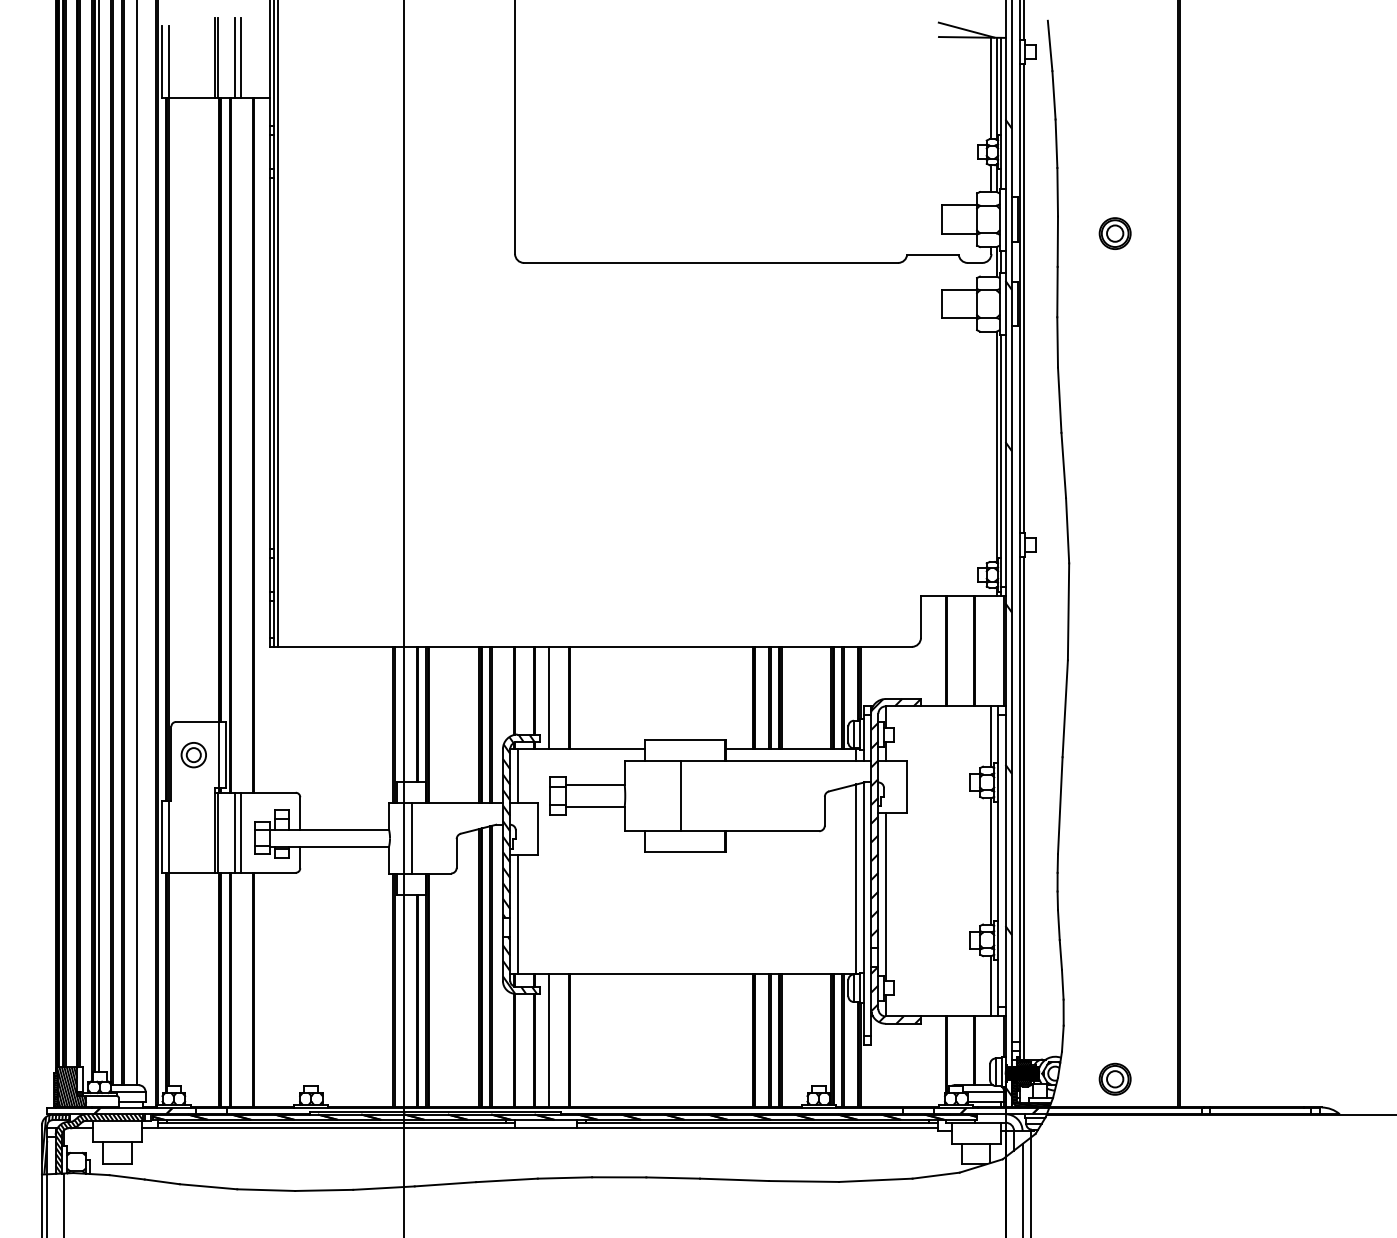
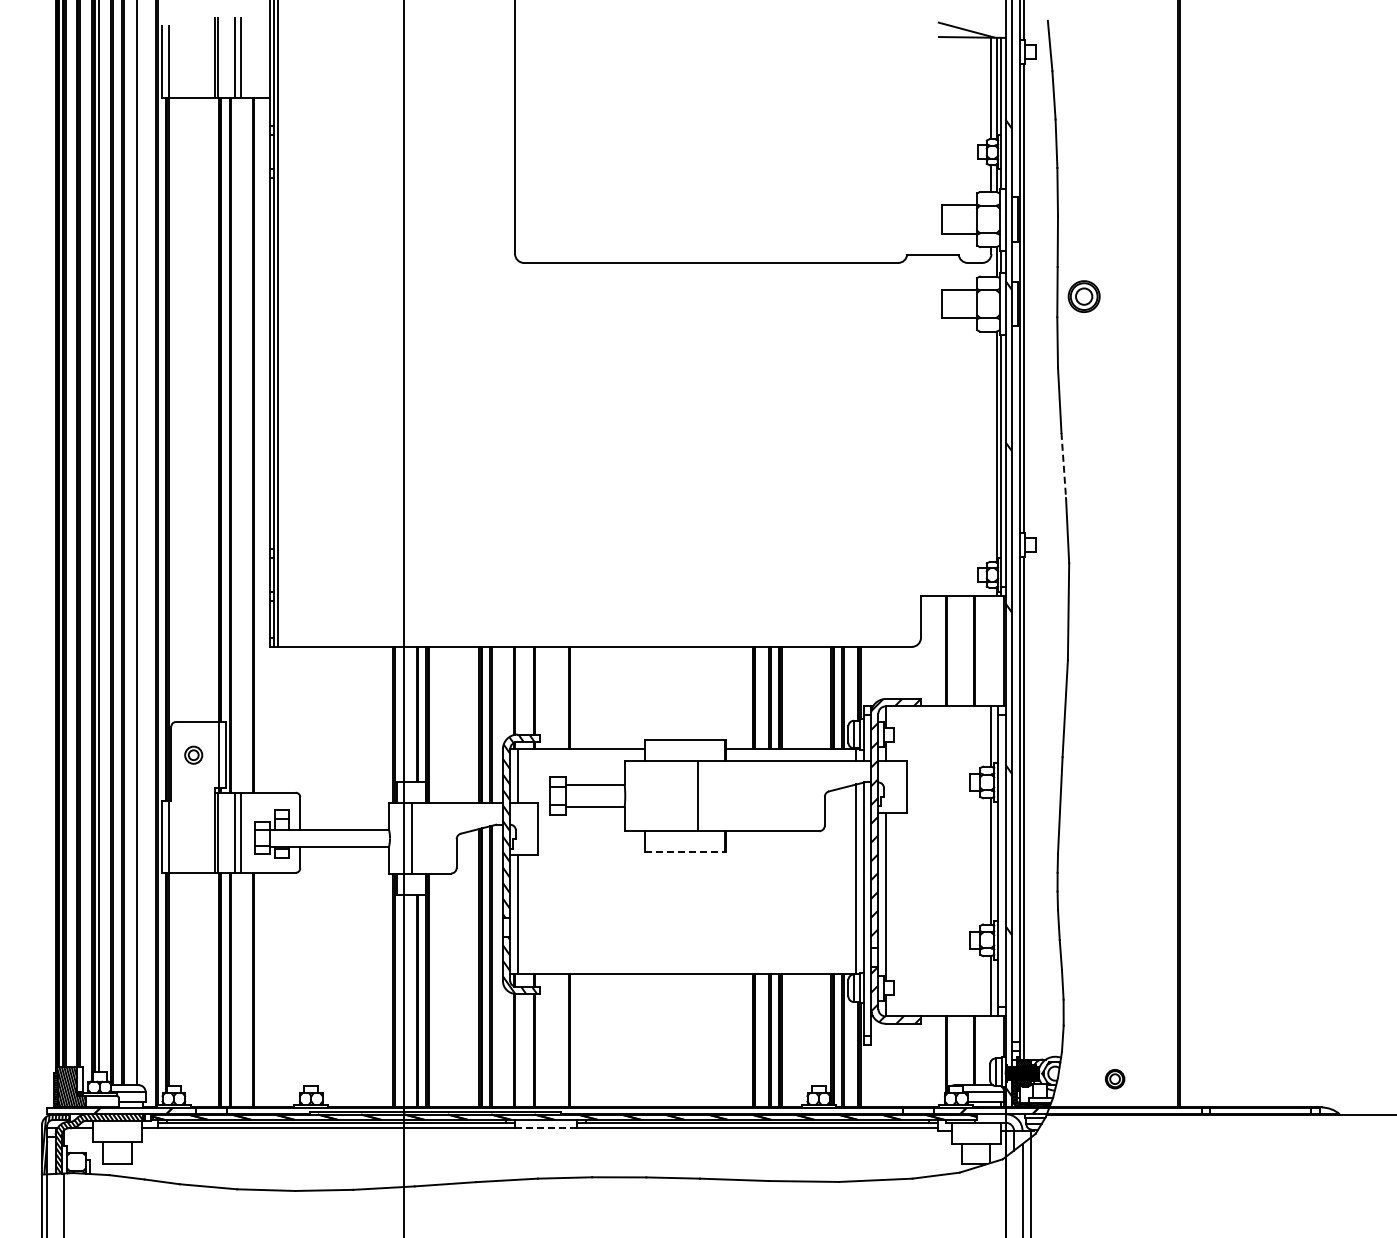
part at (1114, 233) position: (1114, 233) -> (1083, 296)
line at (1063, 465): solid -> dashed
line at (548, 697): present -> none
part at (193, 755) size: 27x27 px -> 20x20 px
line at (681, 795) position: (681, 795) -> (698, 795)
line at (685, 852): solid -> dashed
line at (548, 1040): present -> none
part at (1114, 1078) size: 34x34 px -> 22x21 px
line at (545, 1128): solid -> dashed
